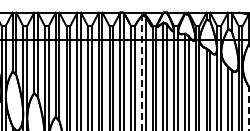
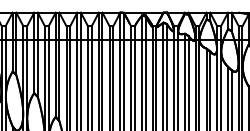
line at (141, 72): dashed -> solid
line at (248, 108): dashed -> solid
